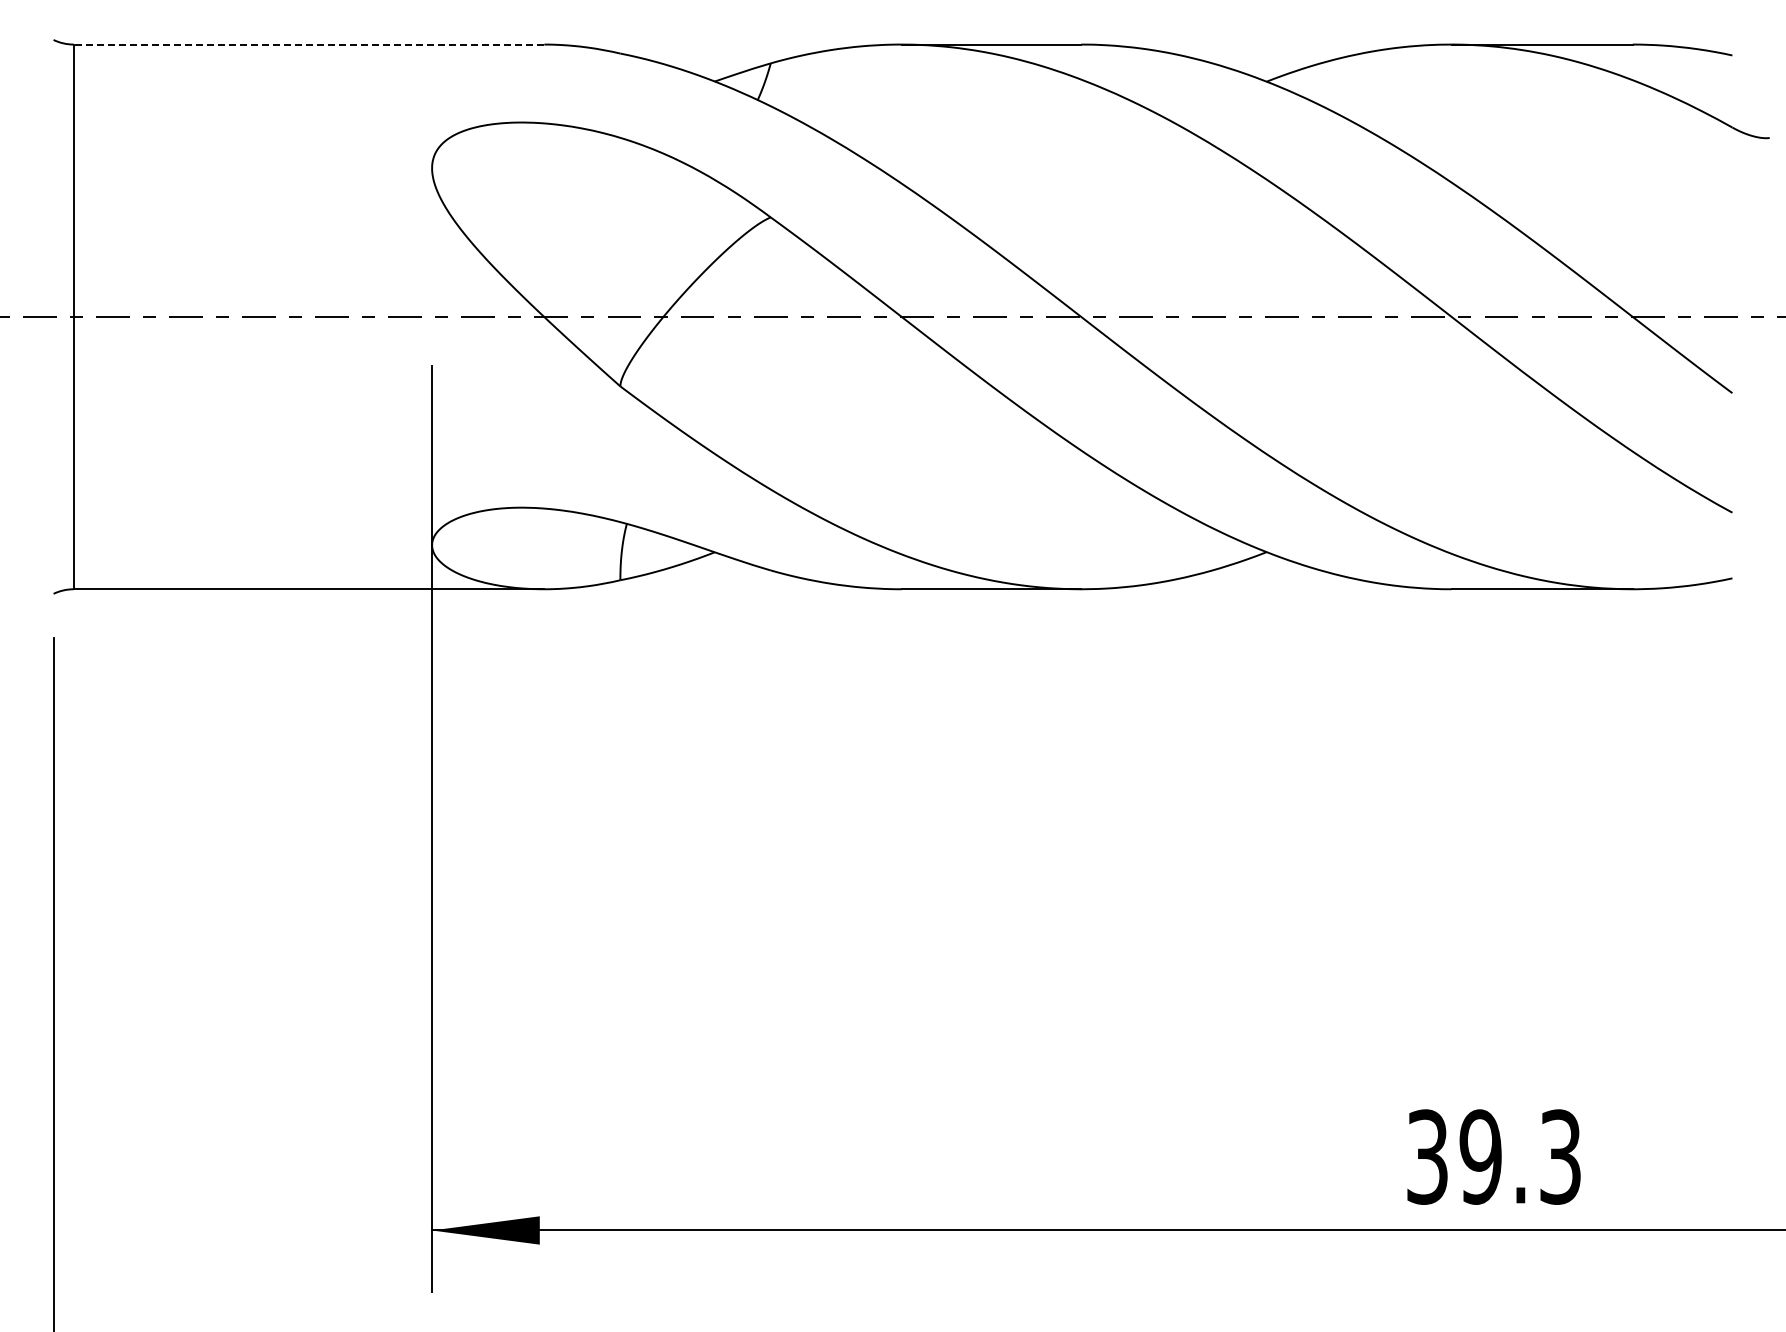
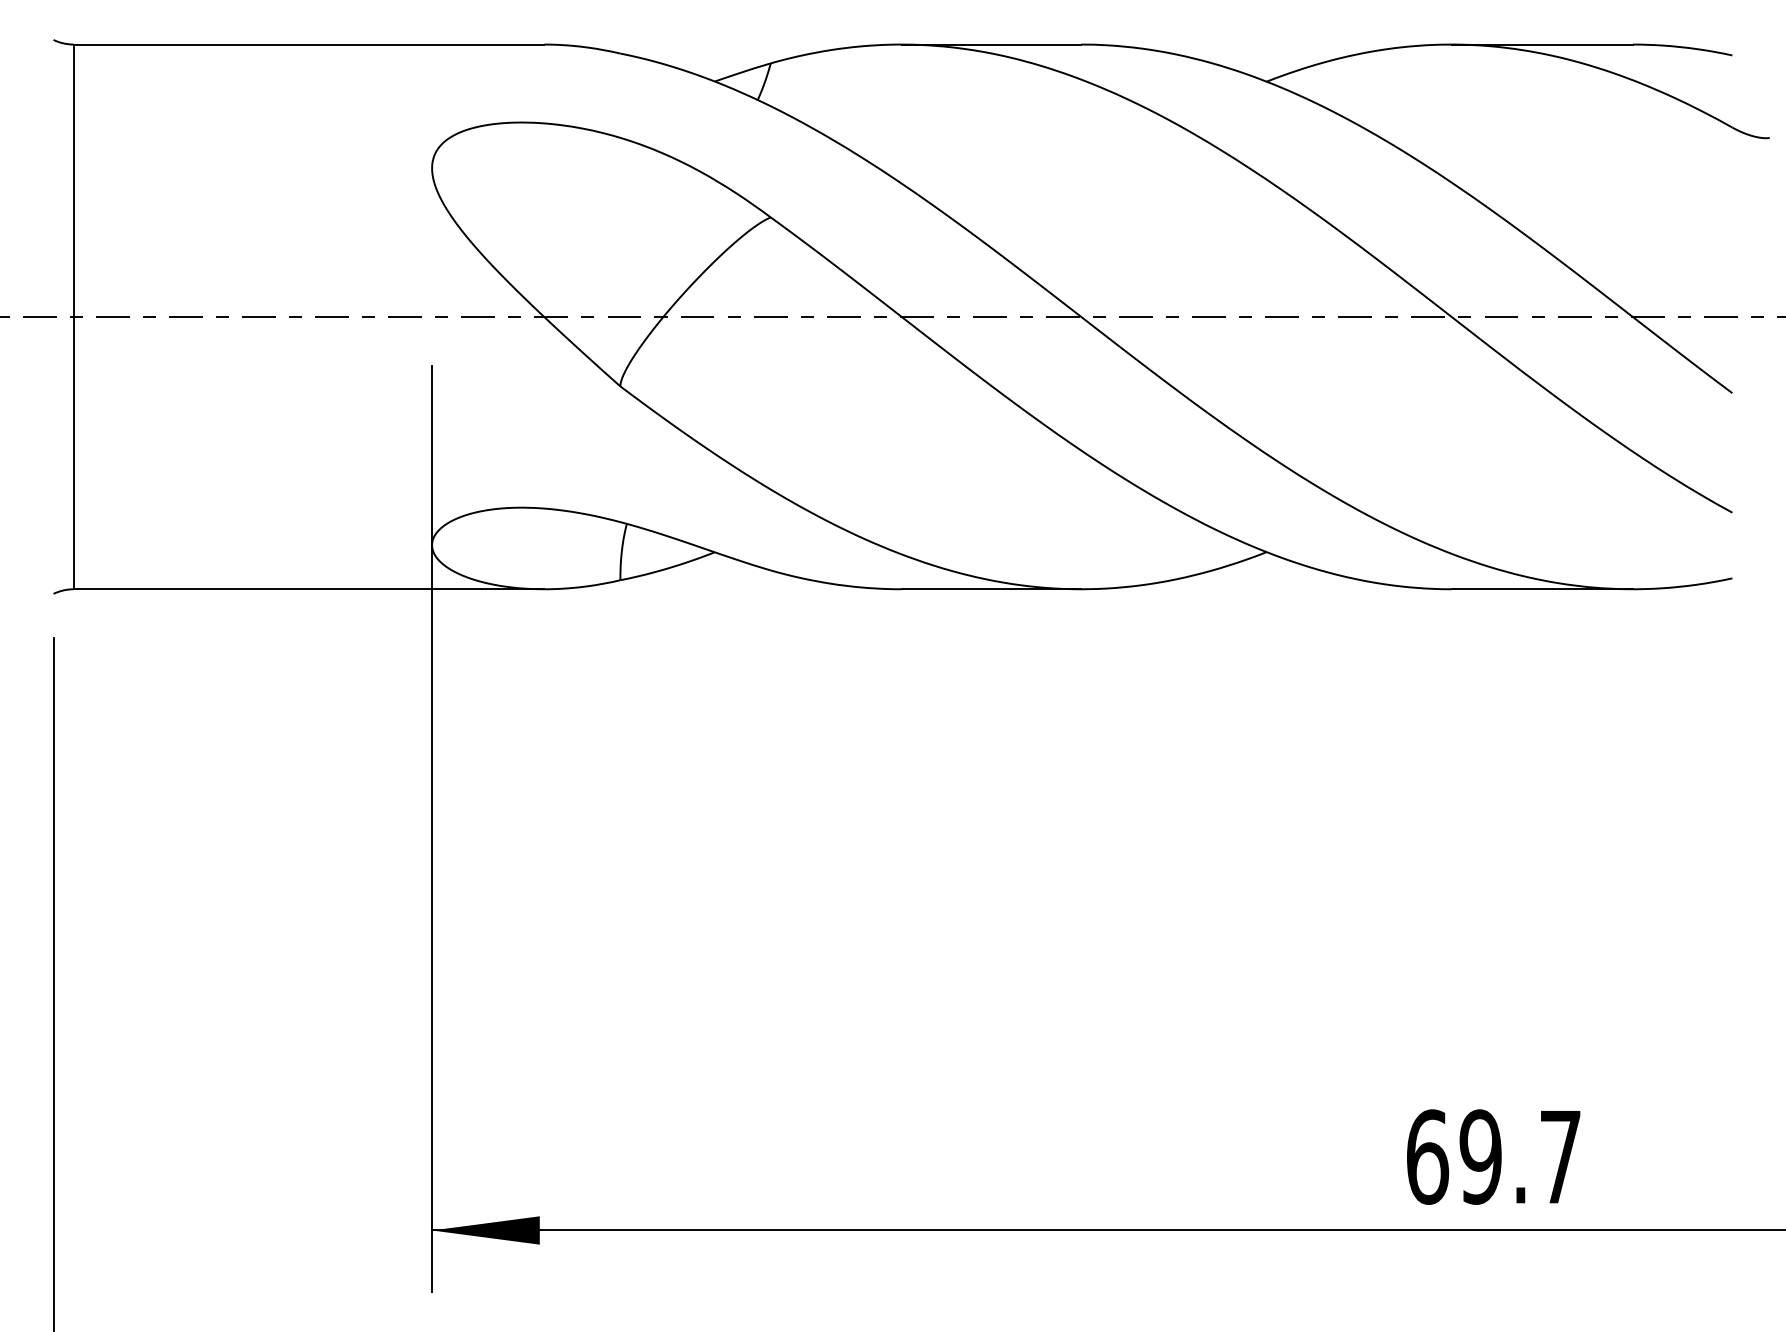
line at (308, 44): dashed -> solid
text at (1493, 1156): 39.3 -> 69.7
